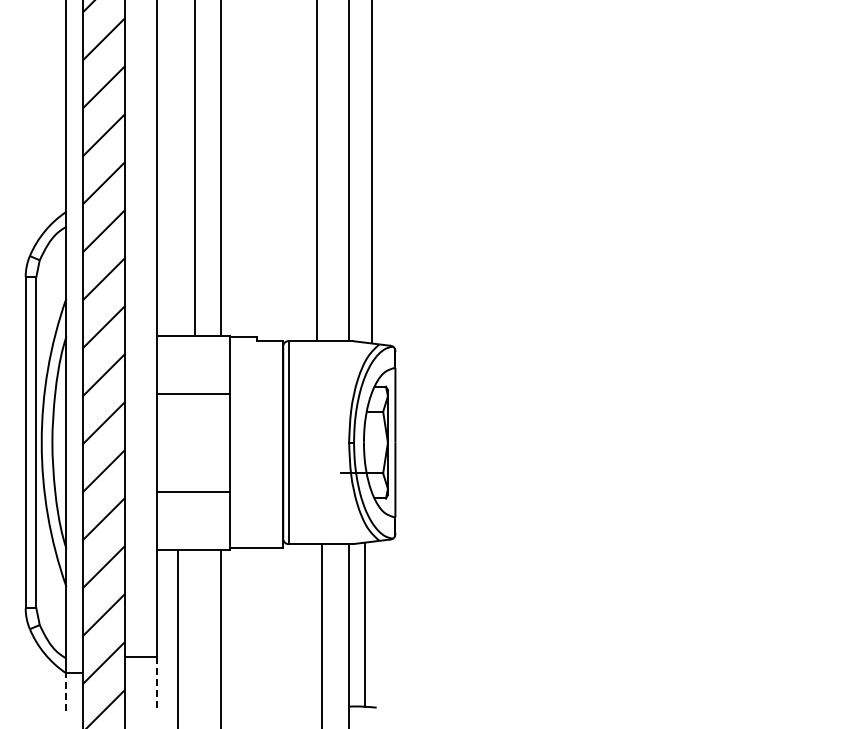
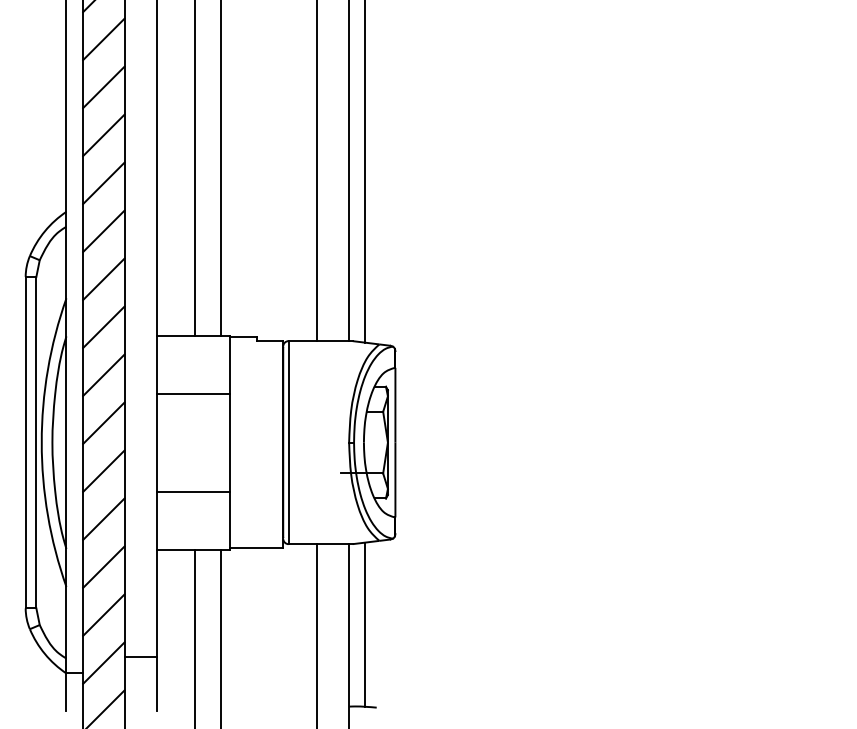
line at (372, 172) position: (372, 172) -> (365, 172)
line at (322, 634) position: (322, 634) -> (317, 634)
line at (177, 637) position: (177, 637) -> (194, 637)
line at (157, 684): dashed -> solid
line at (66, 692): dashed -> solid
